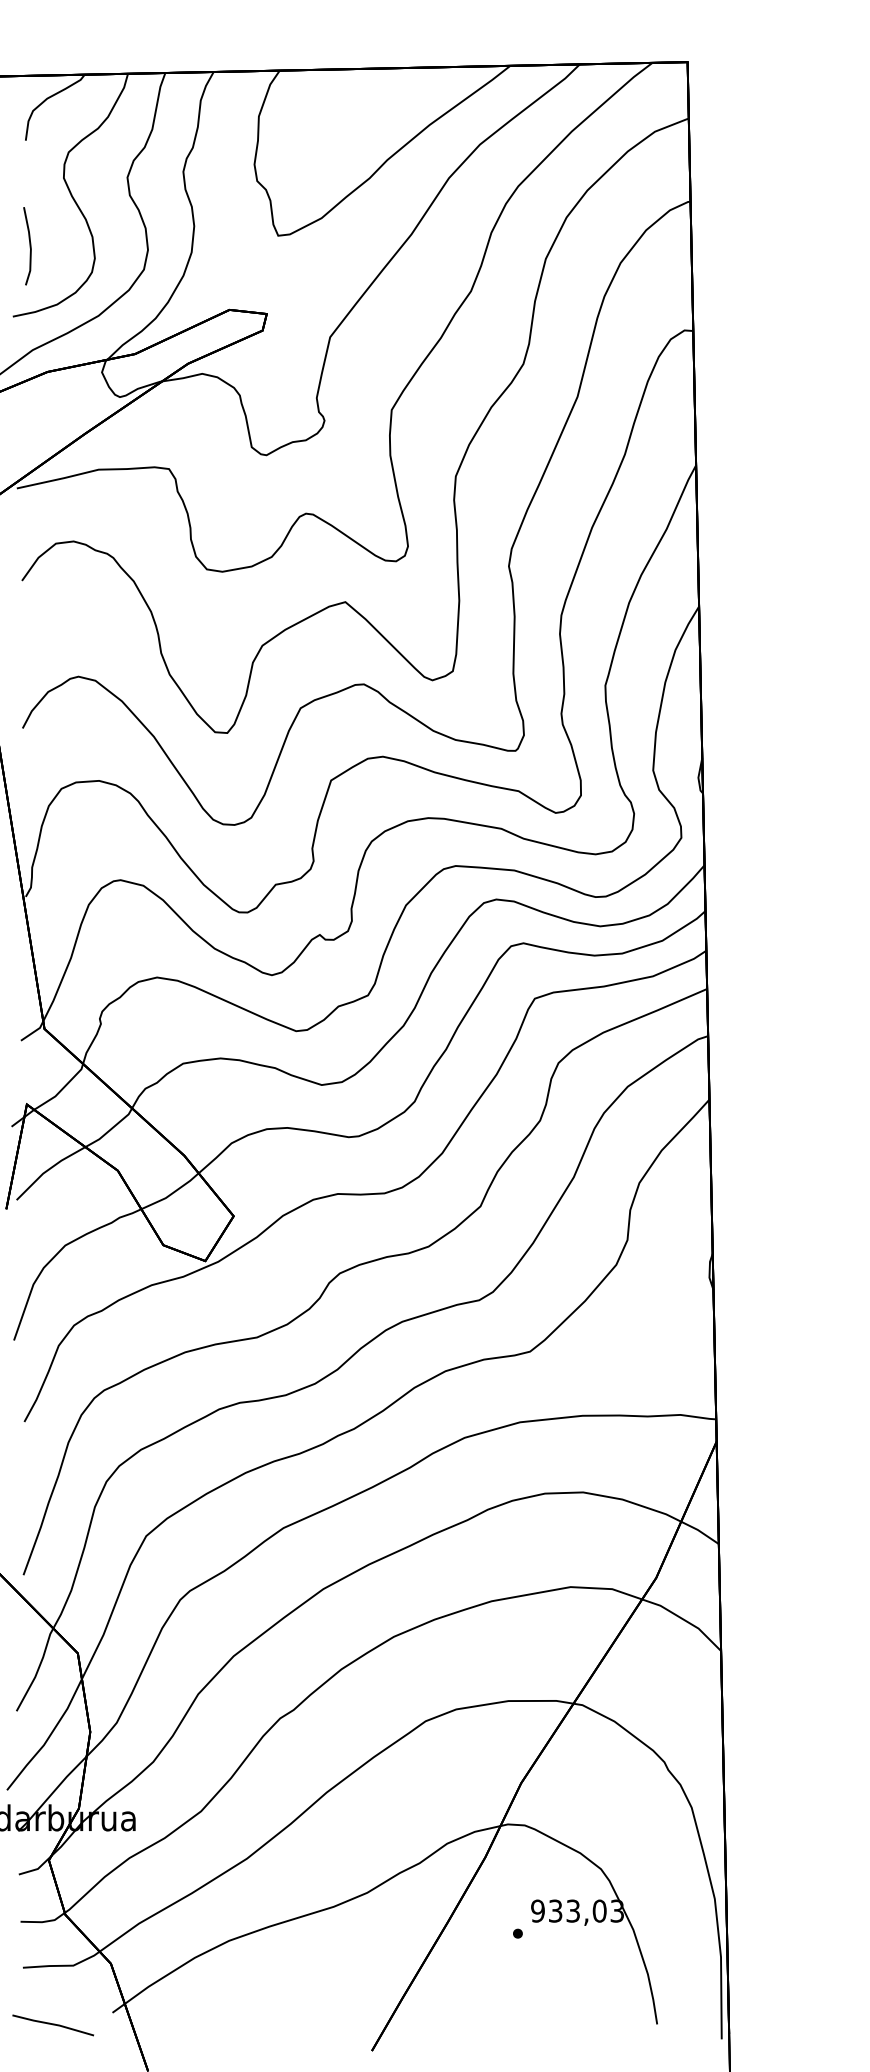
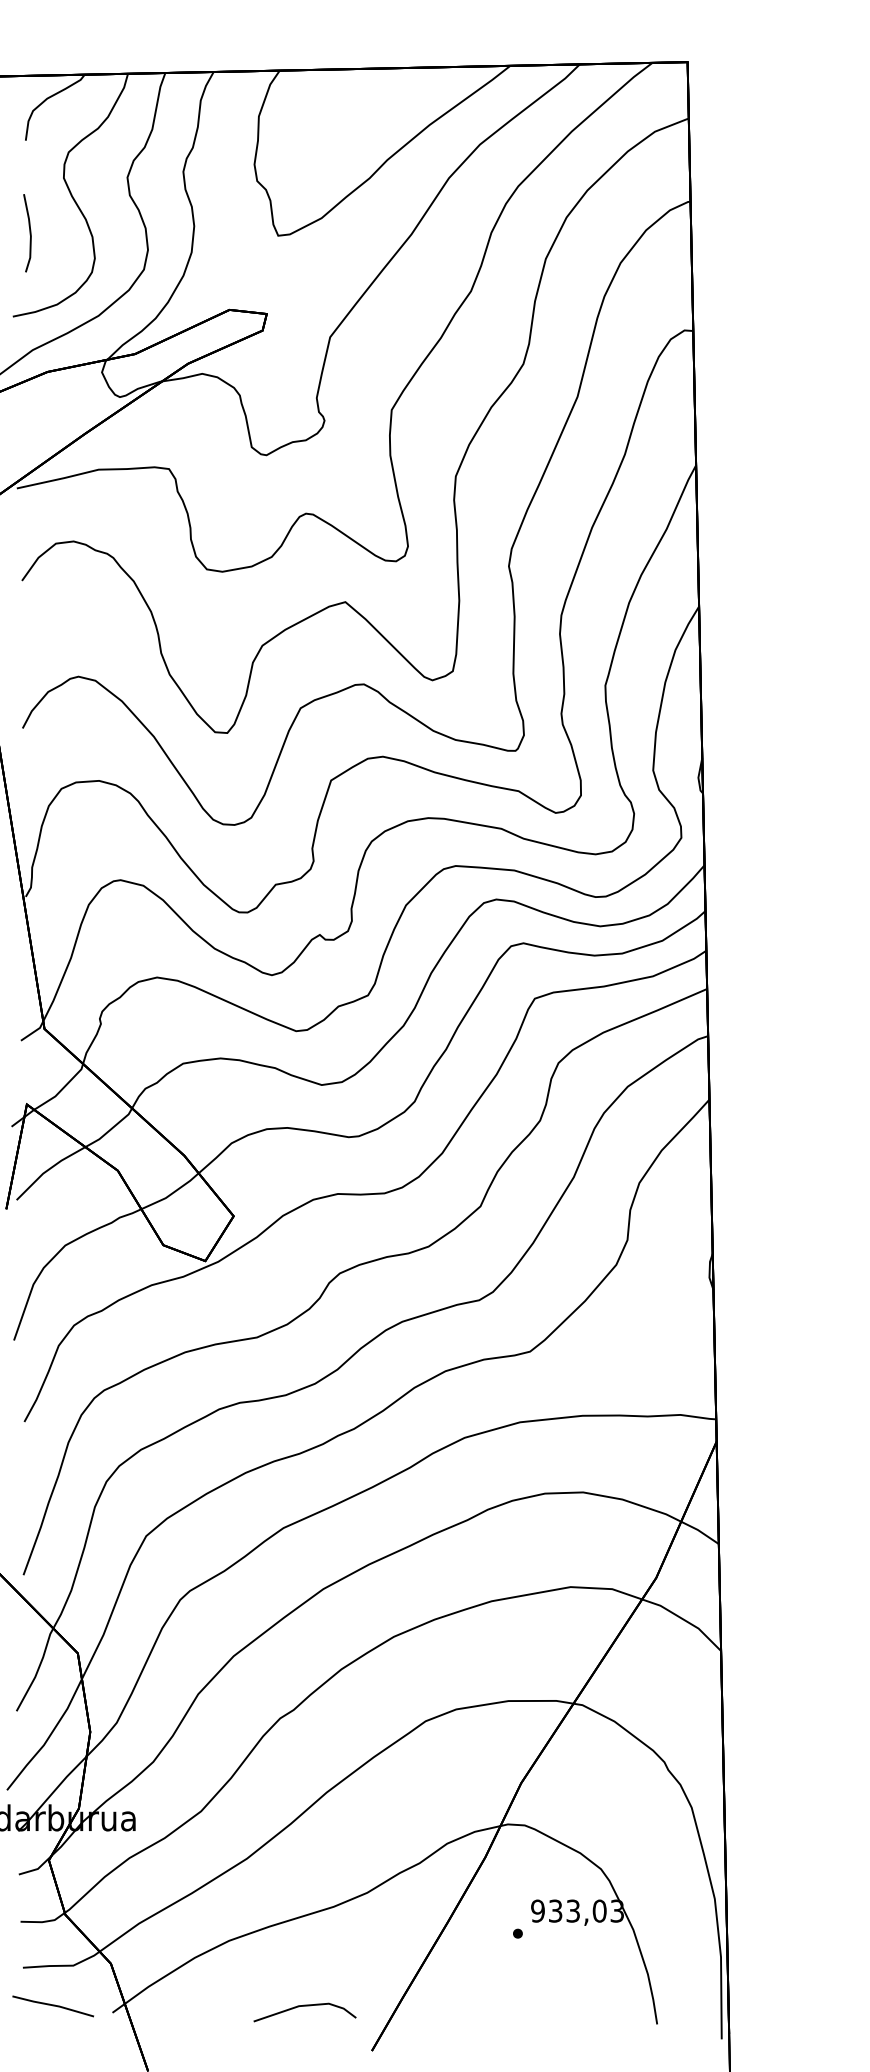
line at (29, 246) position: (29, 246) -> (29, 233)
line at (304, 2006): none -> present
line at (52, 2025) position: (52, 2025) -> (52, 2006)
